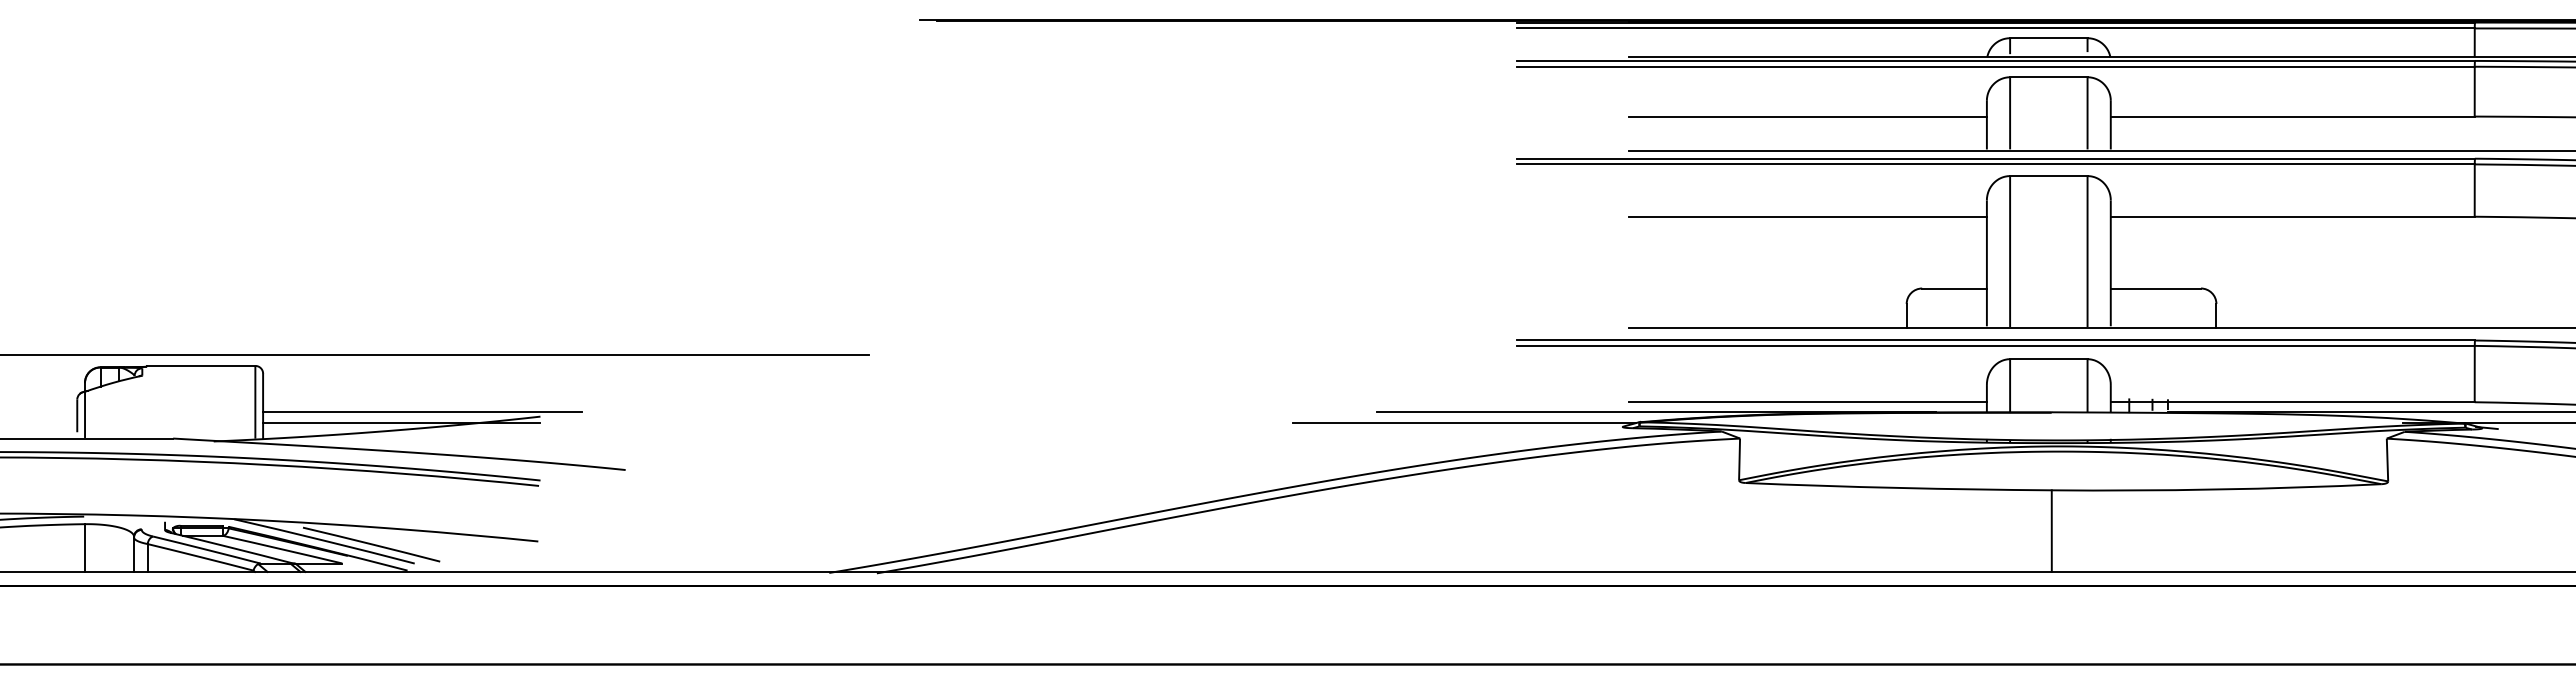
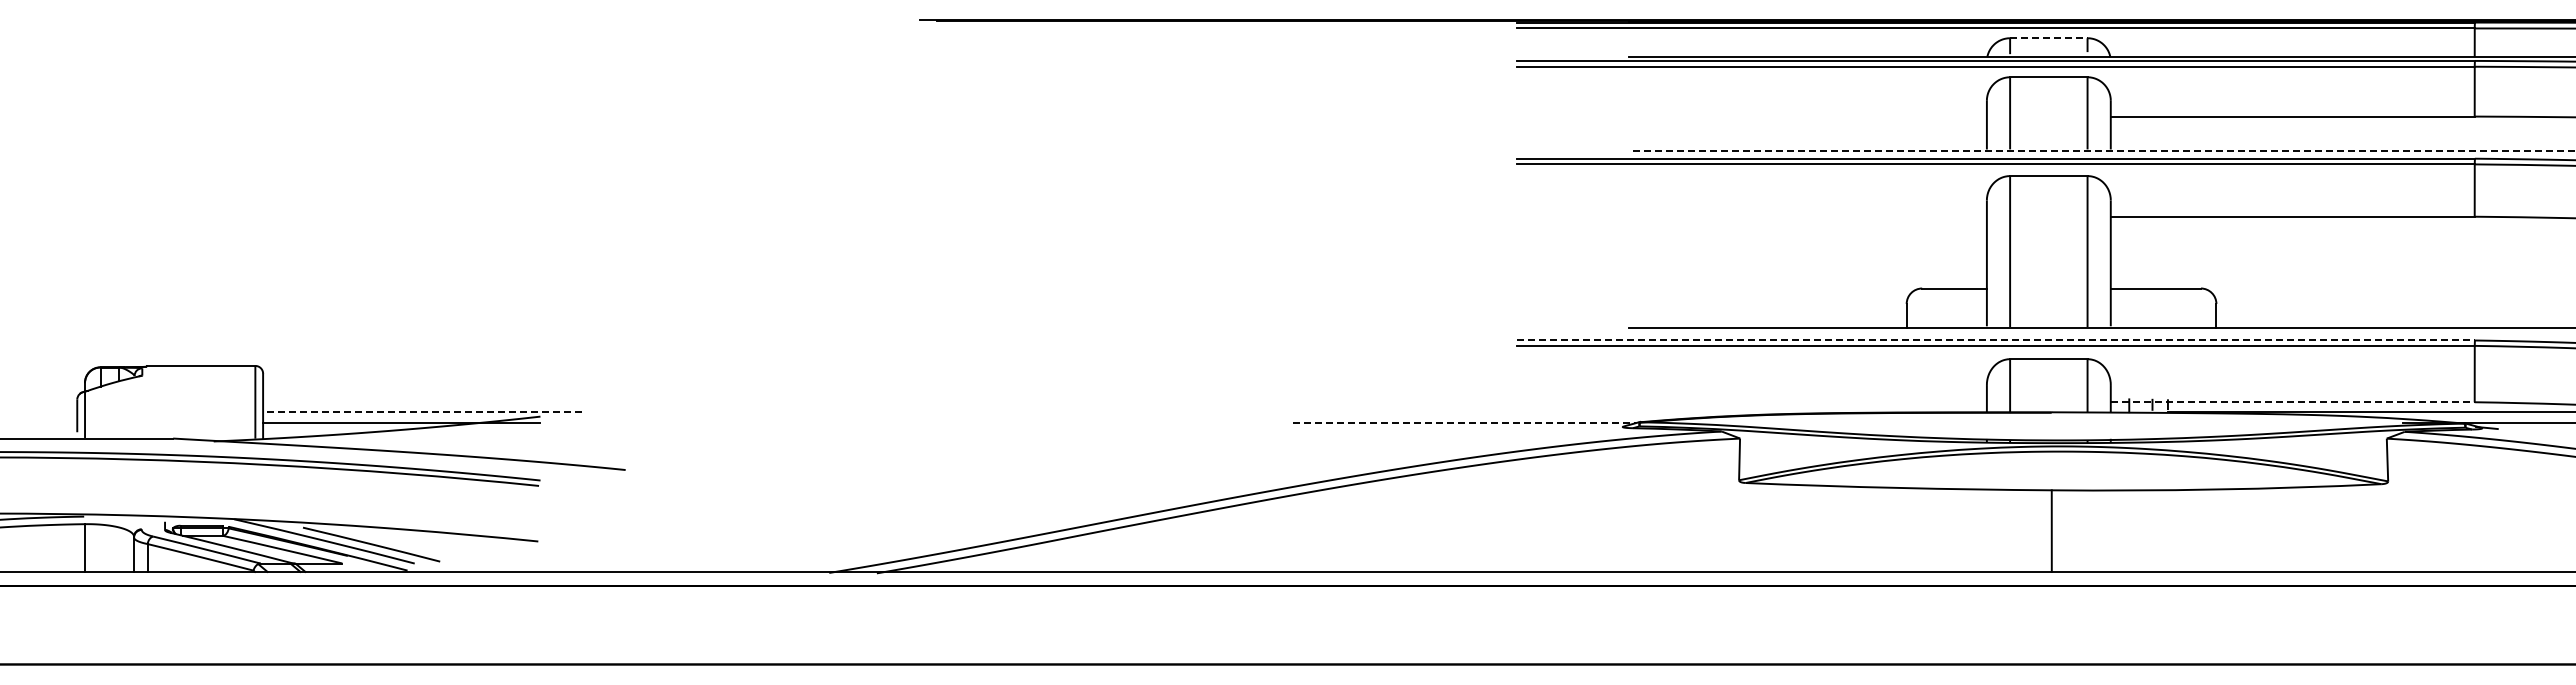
line at (2048, 38): solid -> dashed
line at (1807, 116): present -> none
line at (2101, 150): solid -> dashed
line at (1807, 216): present -> none
line at (1996, 340): solid -> dashed
line at (435, 355): present -> none
line at (1807, 402): present -> none
line at (2292, 402): solid -> dashed
line at (422, 412): solid -> dashed
line at (1656, 412): present -> none
line at (1464, 423): solid -> dashed
